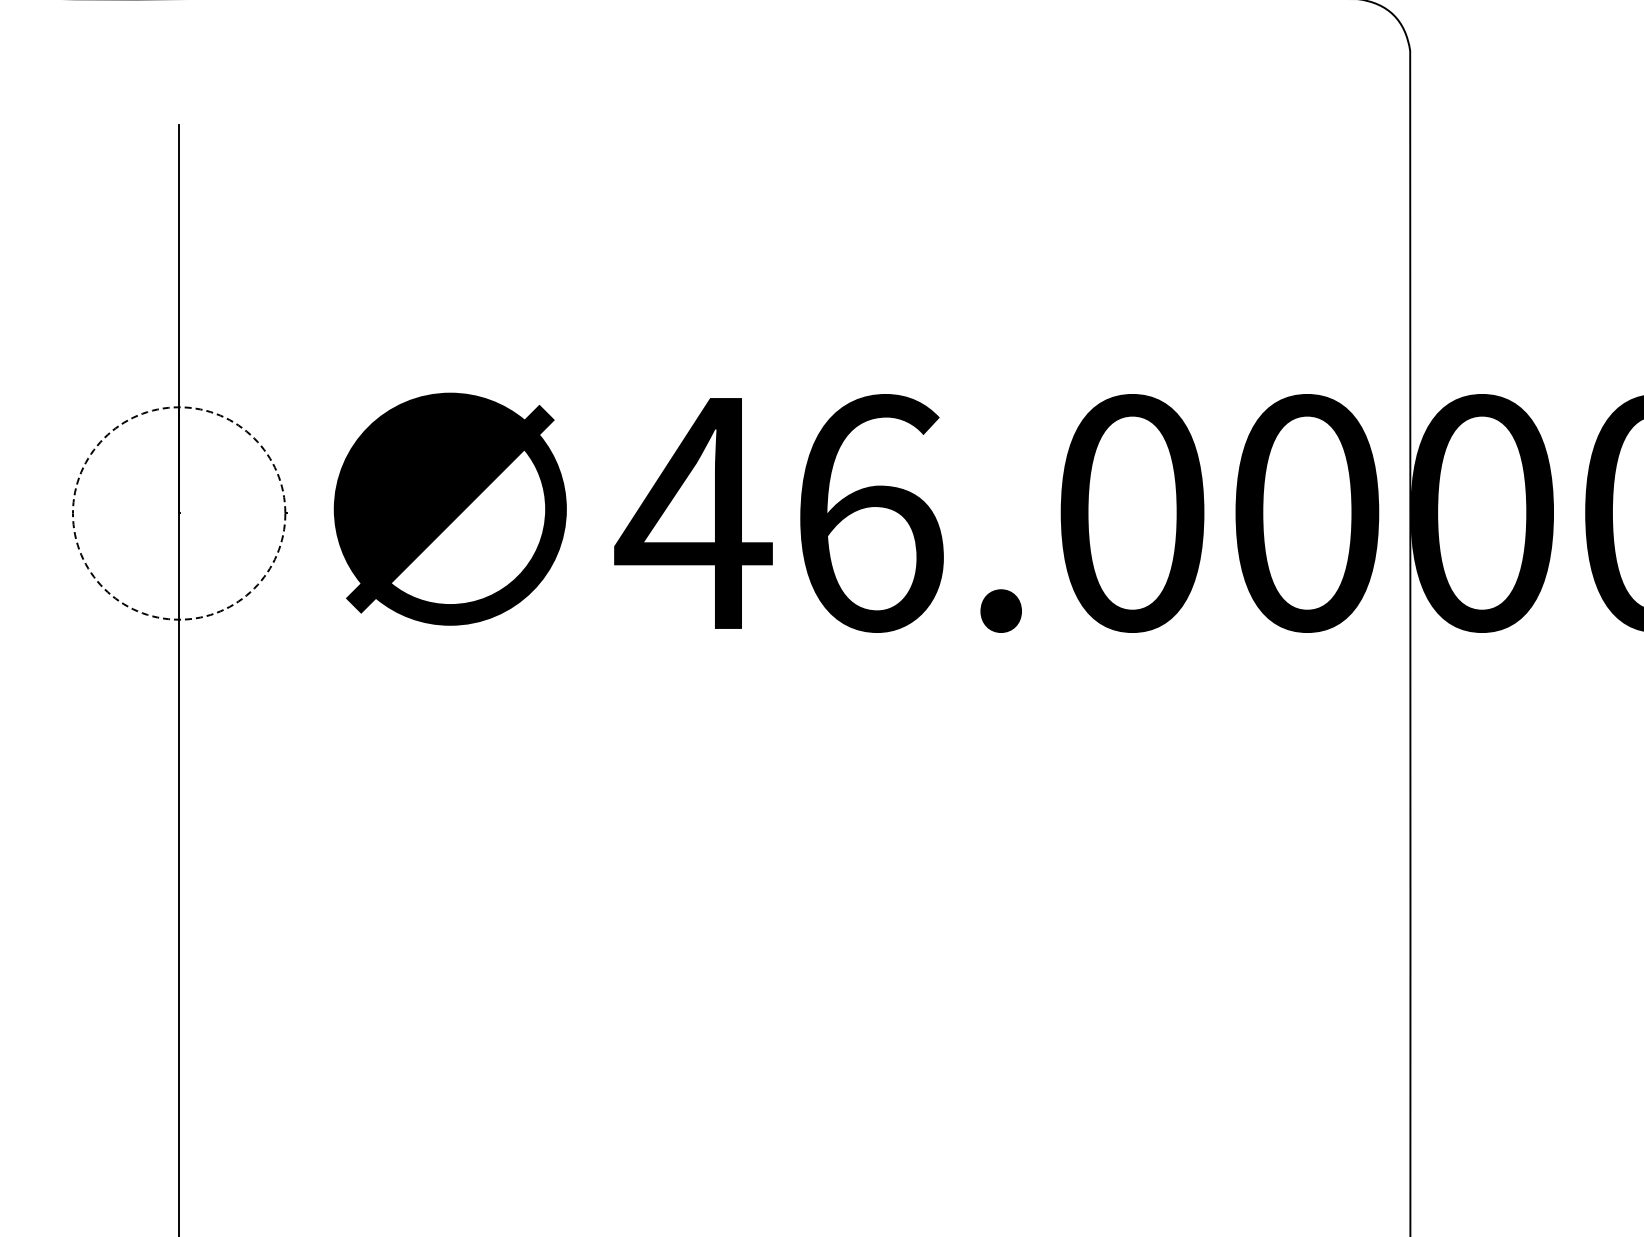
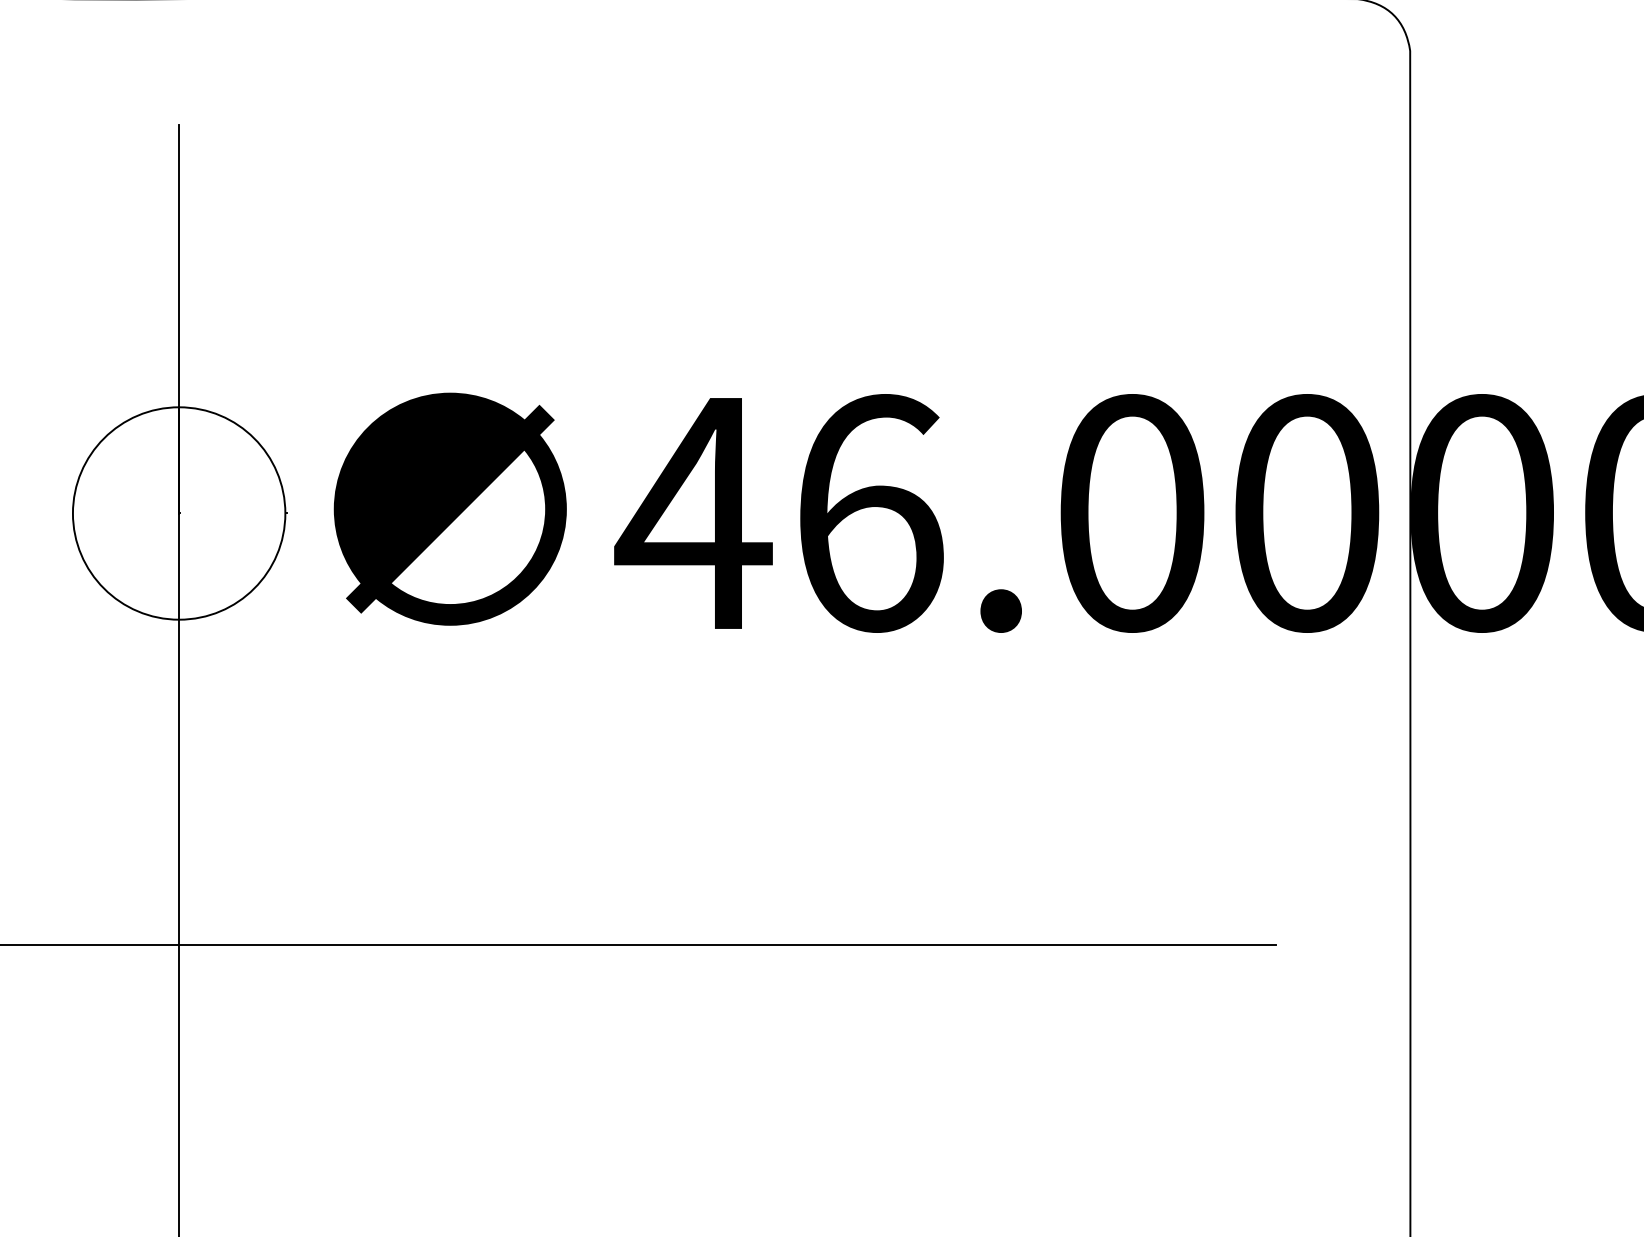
circle at (178, 513): dashed -> solid
line at (638, 944): none -> present
